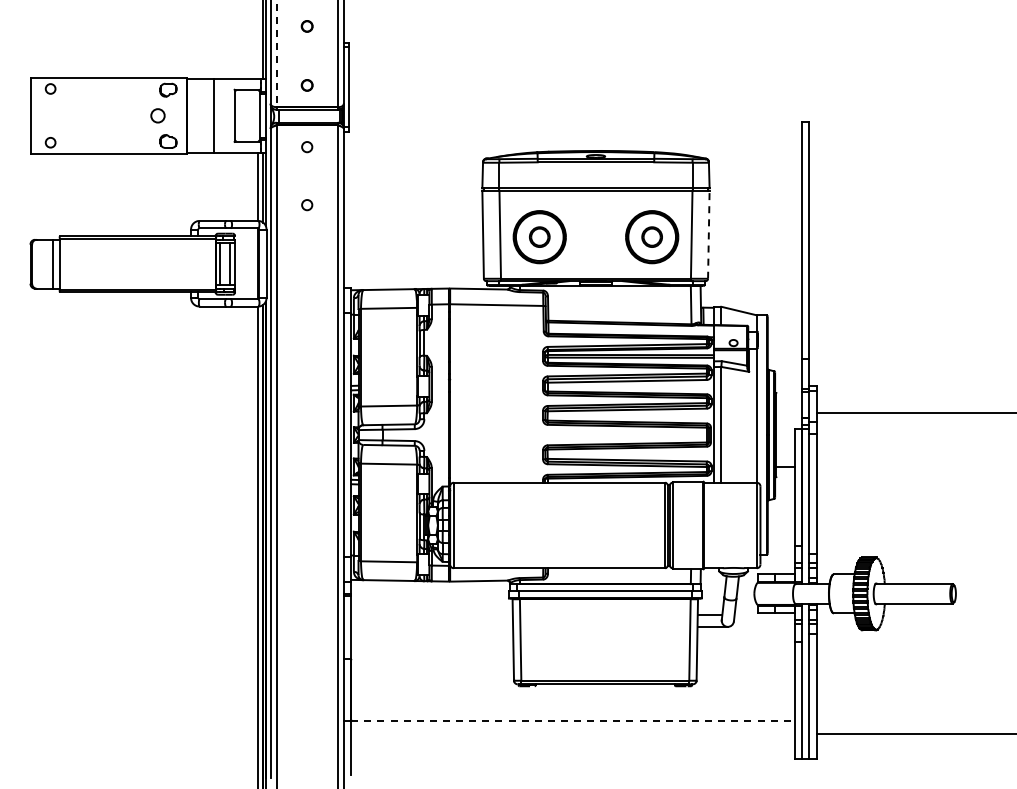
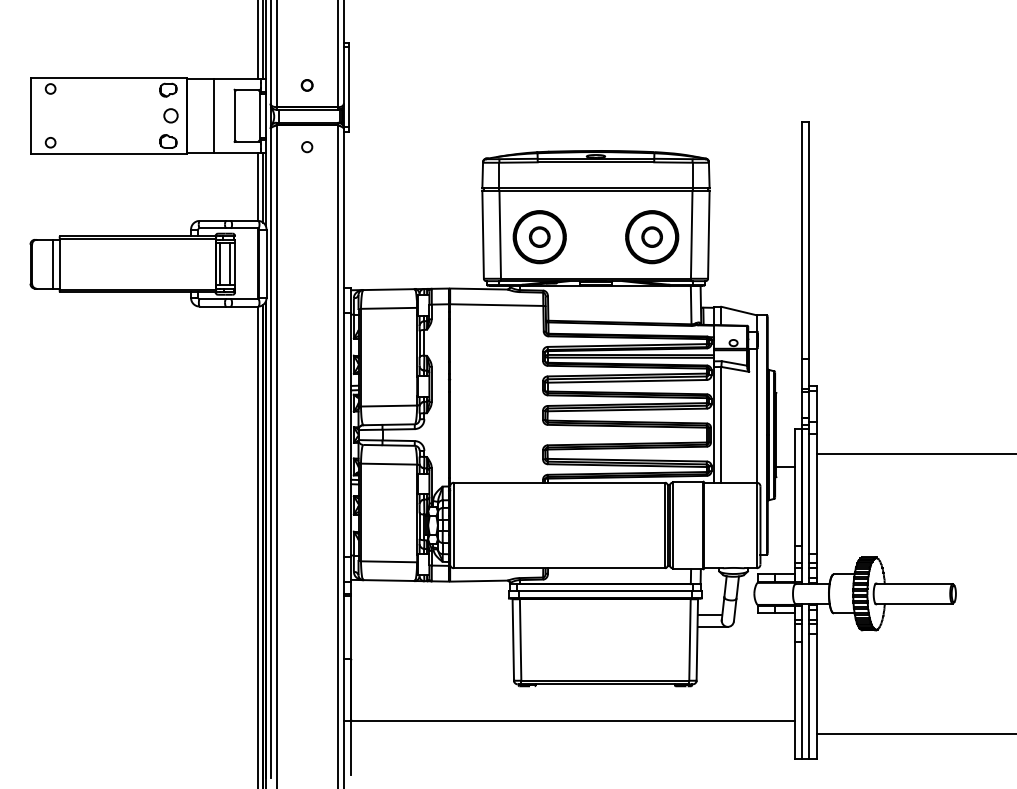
part at (306, 26): present -> none
line at (258, 40): none -> present
line at (276, 54): dashed -> solid
circle at (157, 115) position: (157, 115) -> (170, 115)
circle at (307, 205): present -> none
line at (708, 234): dashed -> solid
line at (914, 413) position: (914, 413) -> (914, 454)
line at (572, 720): dashed -> solid
